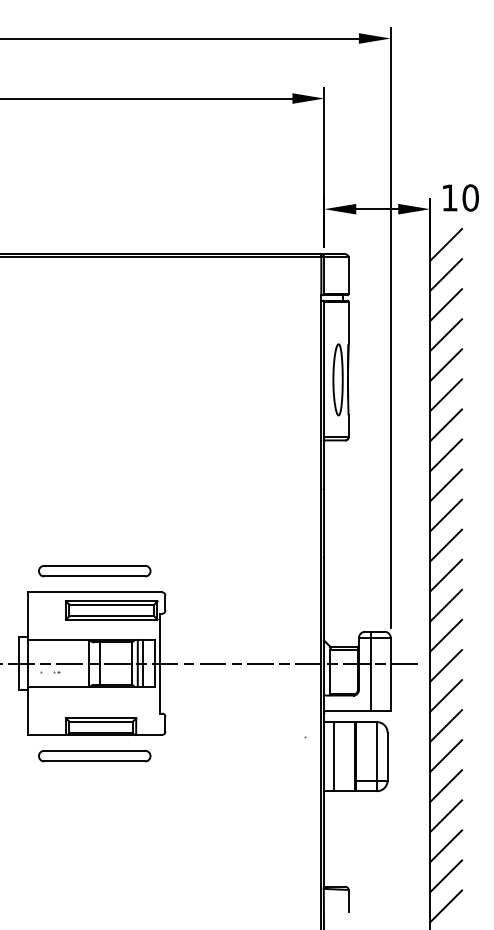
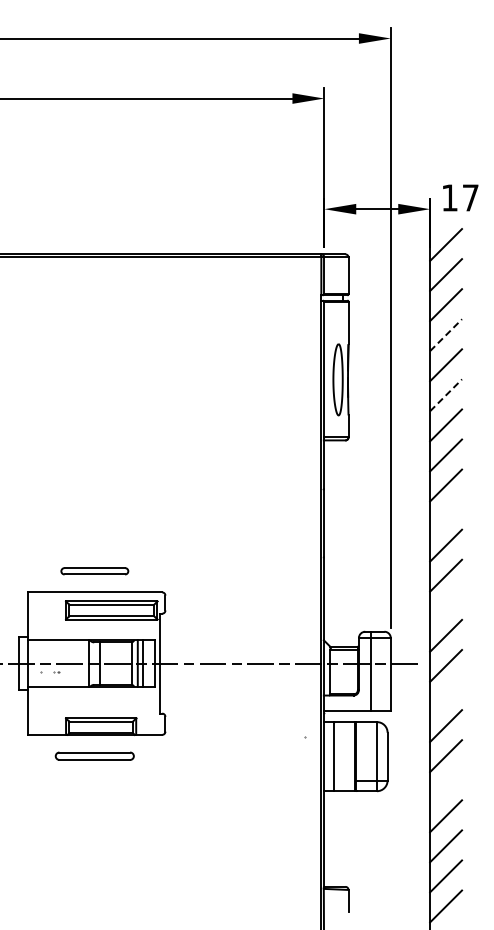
text at (470, 197): 10 -> 17
line at (446, 335): solid -> dashed
line at (446, 395): solid -> dashed
line at (446, 515): present -> none
part at (94, 571) size: 114x13 px -> 70x9 px
line at (446, 605): present -> none
line at (446, 695): present -> none
part at (94, 756) size: 114x13 px -> 81x10 px
line at (446, 786): present -> none
